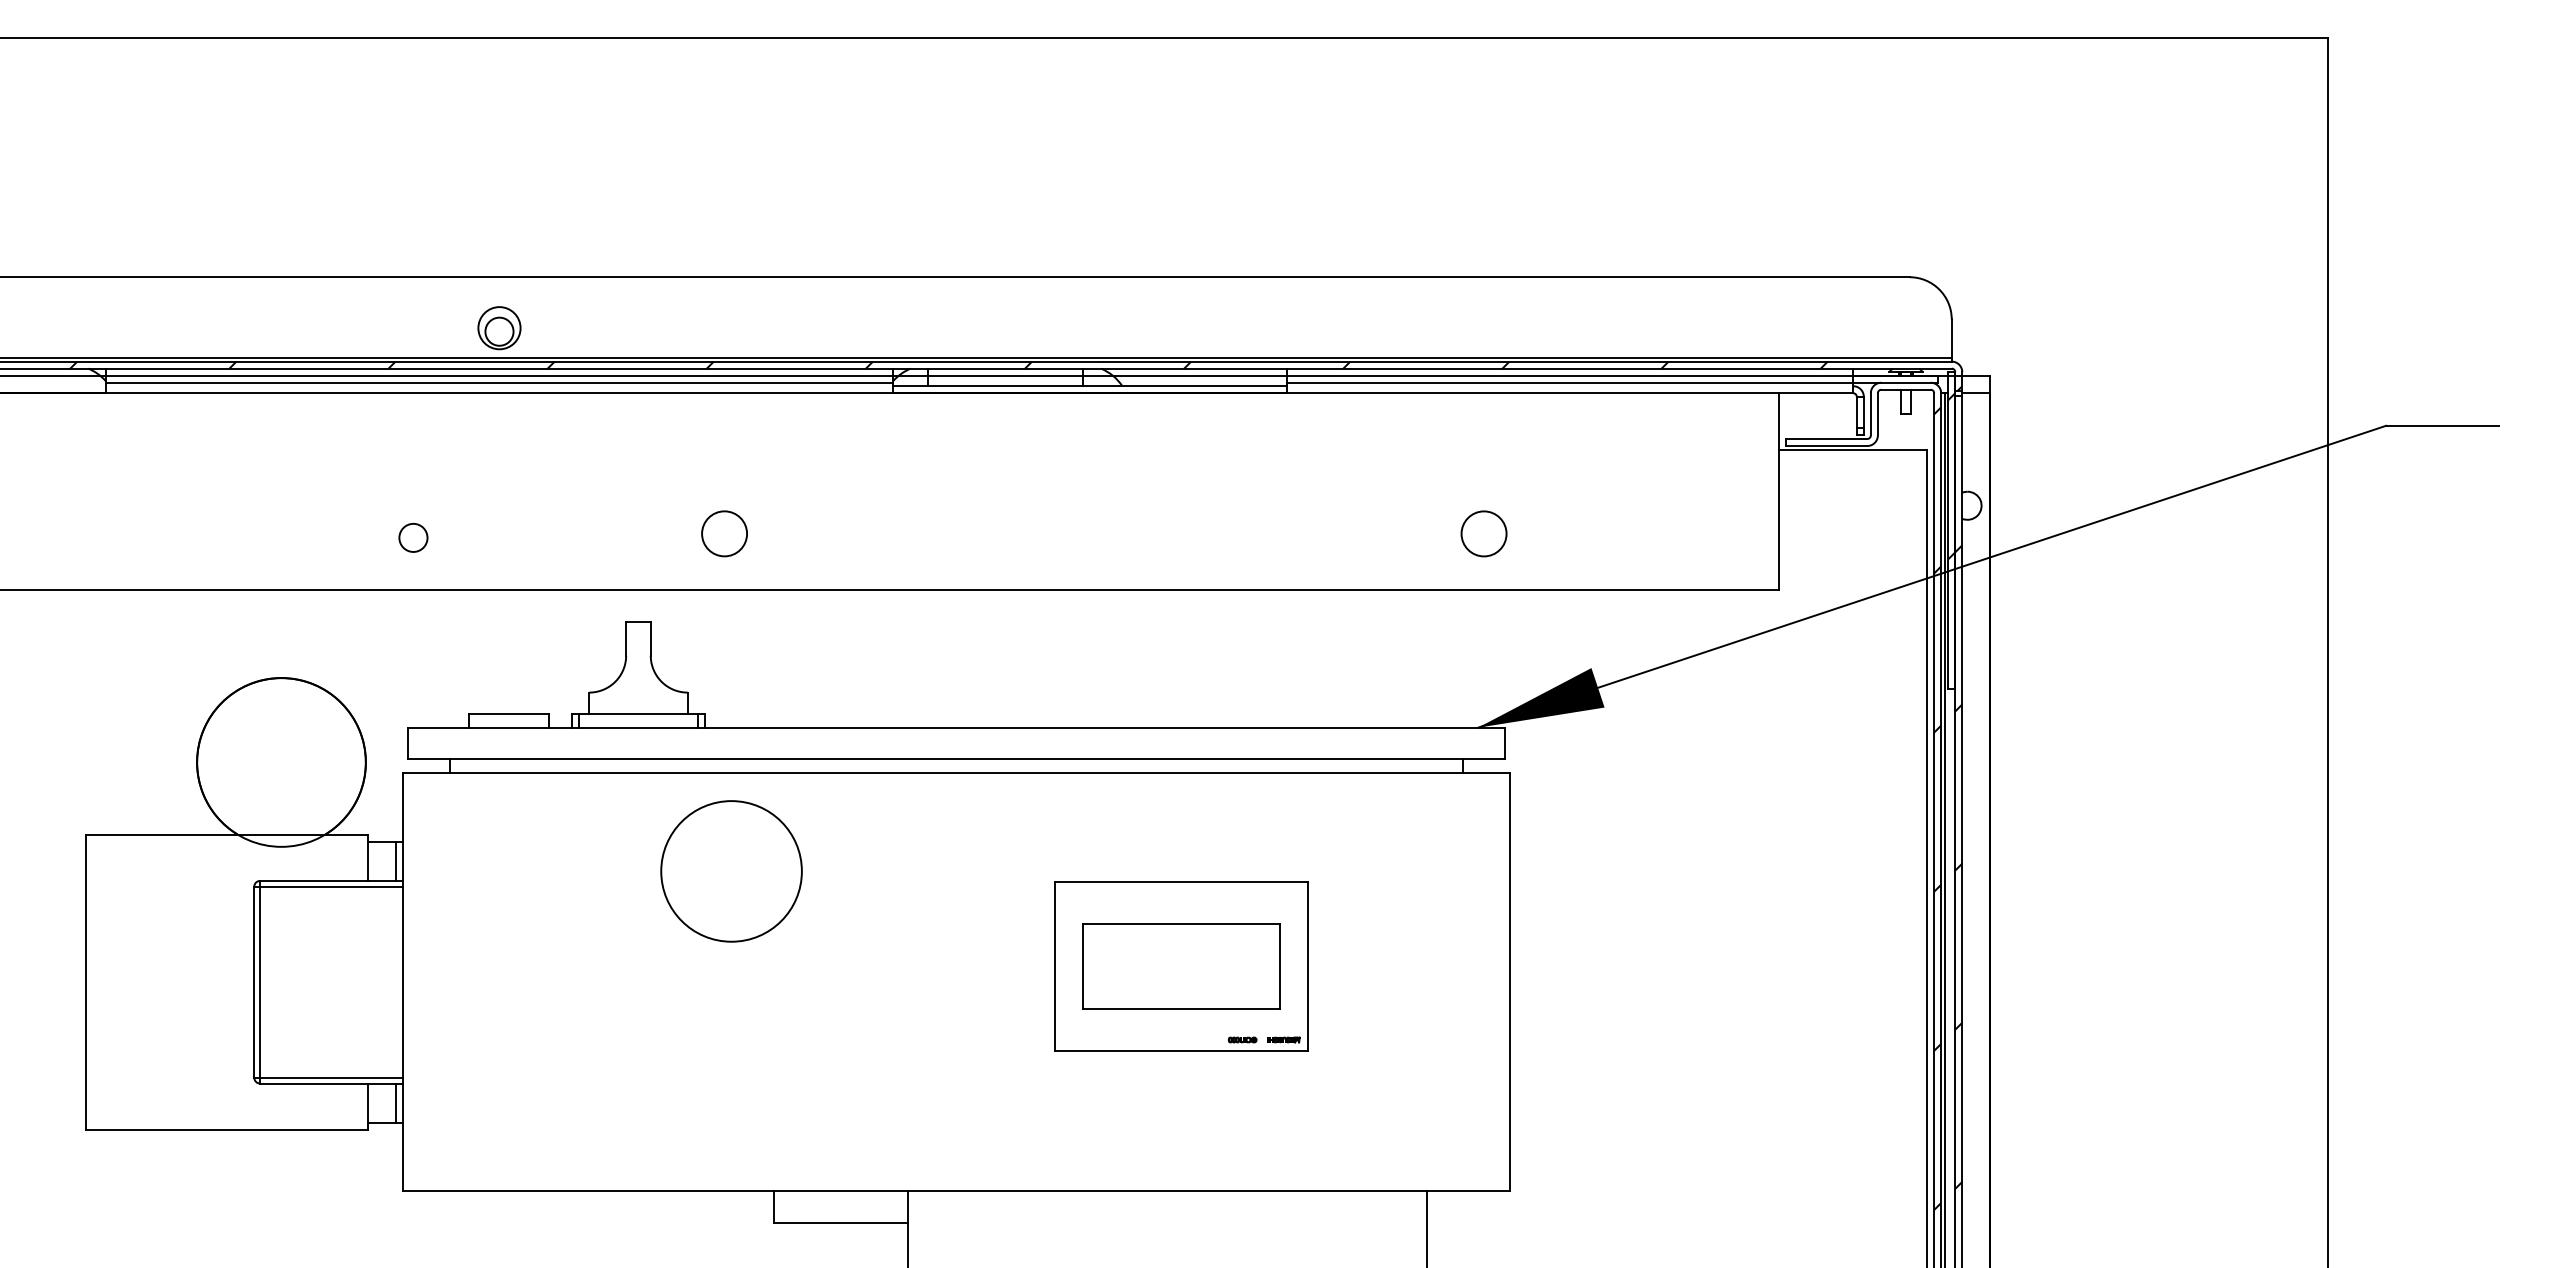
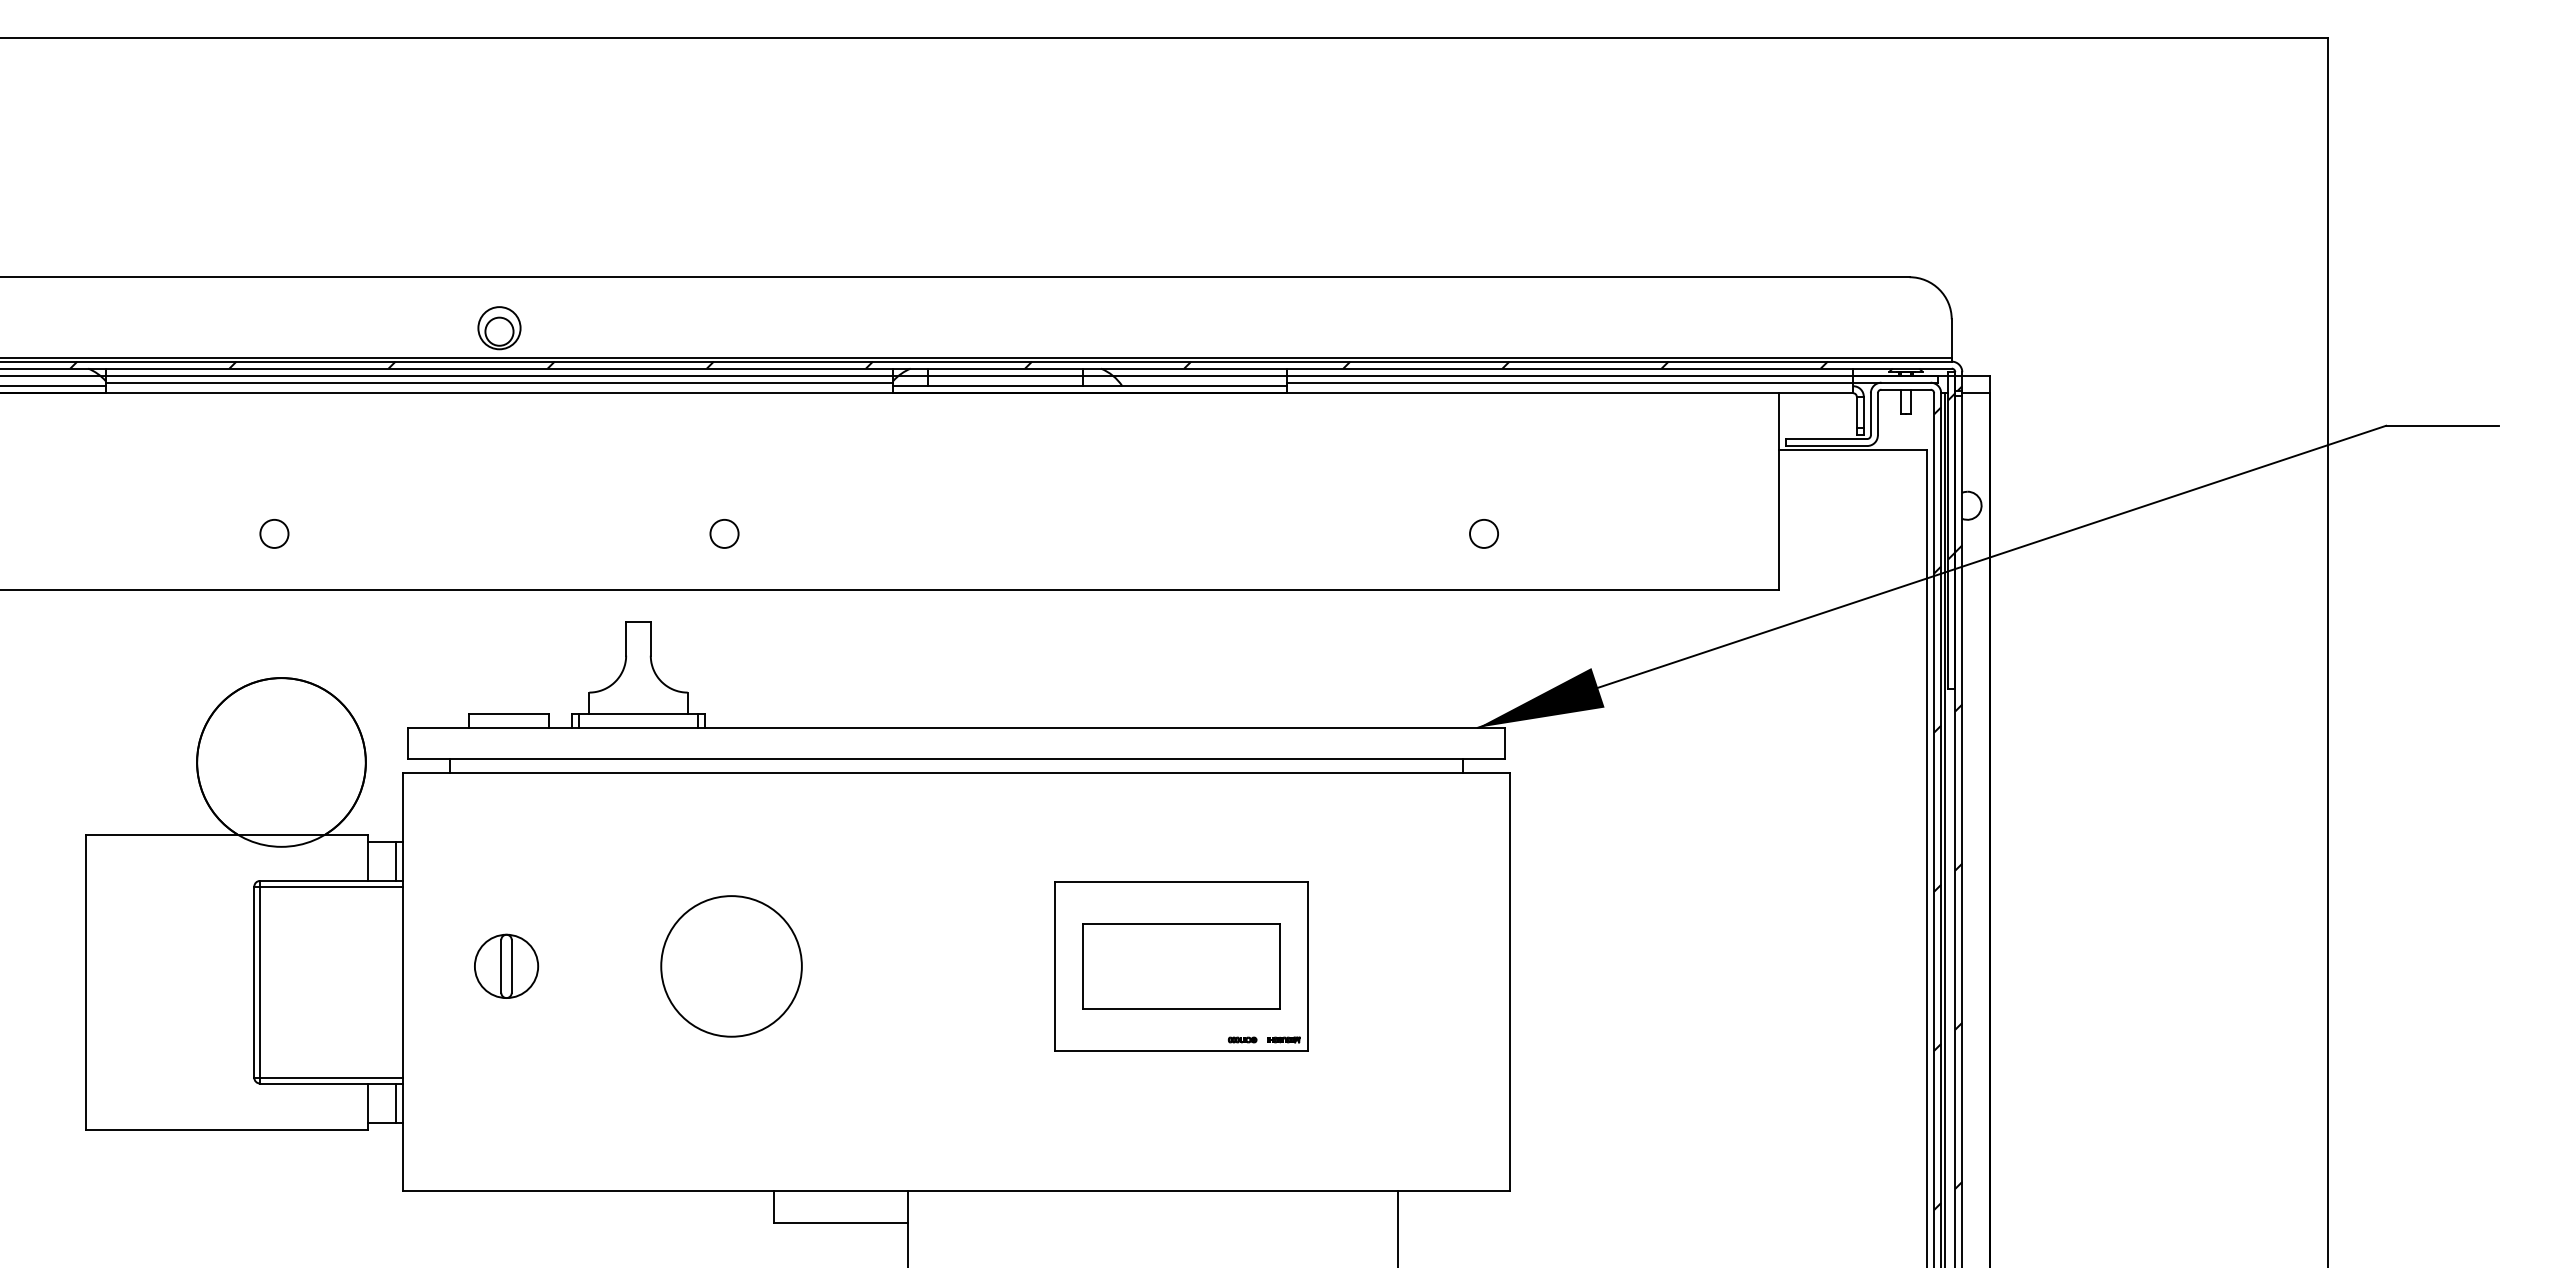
line at (53, 386): none -> present
circle at (724, 533) size: 47x48 px -> 31x30 px
circle at (1483, 533) diameter: 45 px -> 28 px
circle at (413, 537) position: (413, 537) -> (274, 533)
circle at (731, 871) position: (731, 871) -> (731, 966)
part at (506, 965): none -> present
line at (1426, 1227) position: (1426, 1227) -> (1397, 1227)
